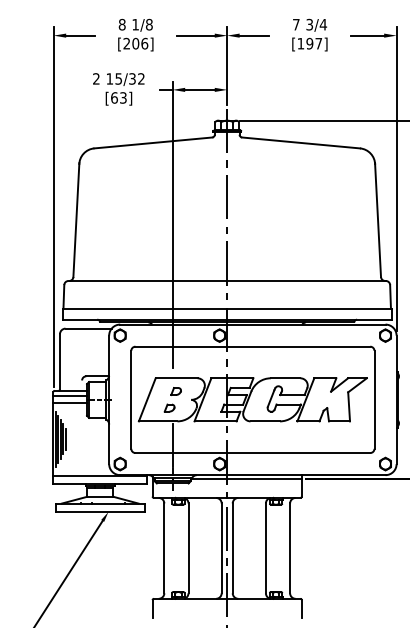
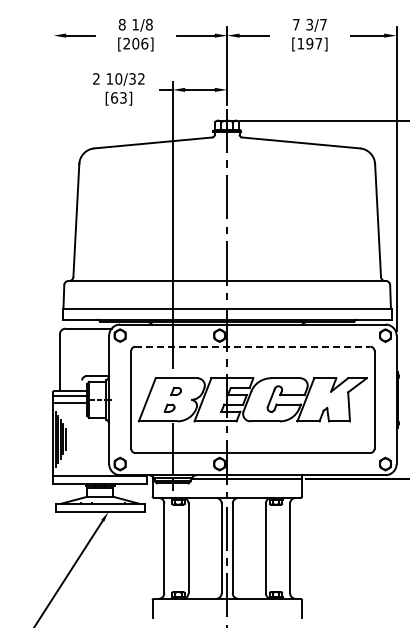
text at (323, 24): 3/4 -> 3/7
text at (118, 78): 15/32 -> 10/32
line at (53, 207): present -> none
line at (253, 346): solid -> dashed
